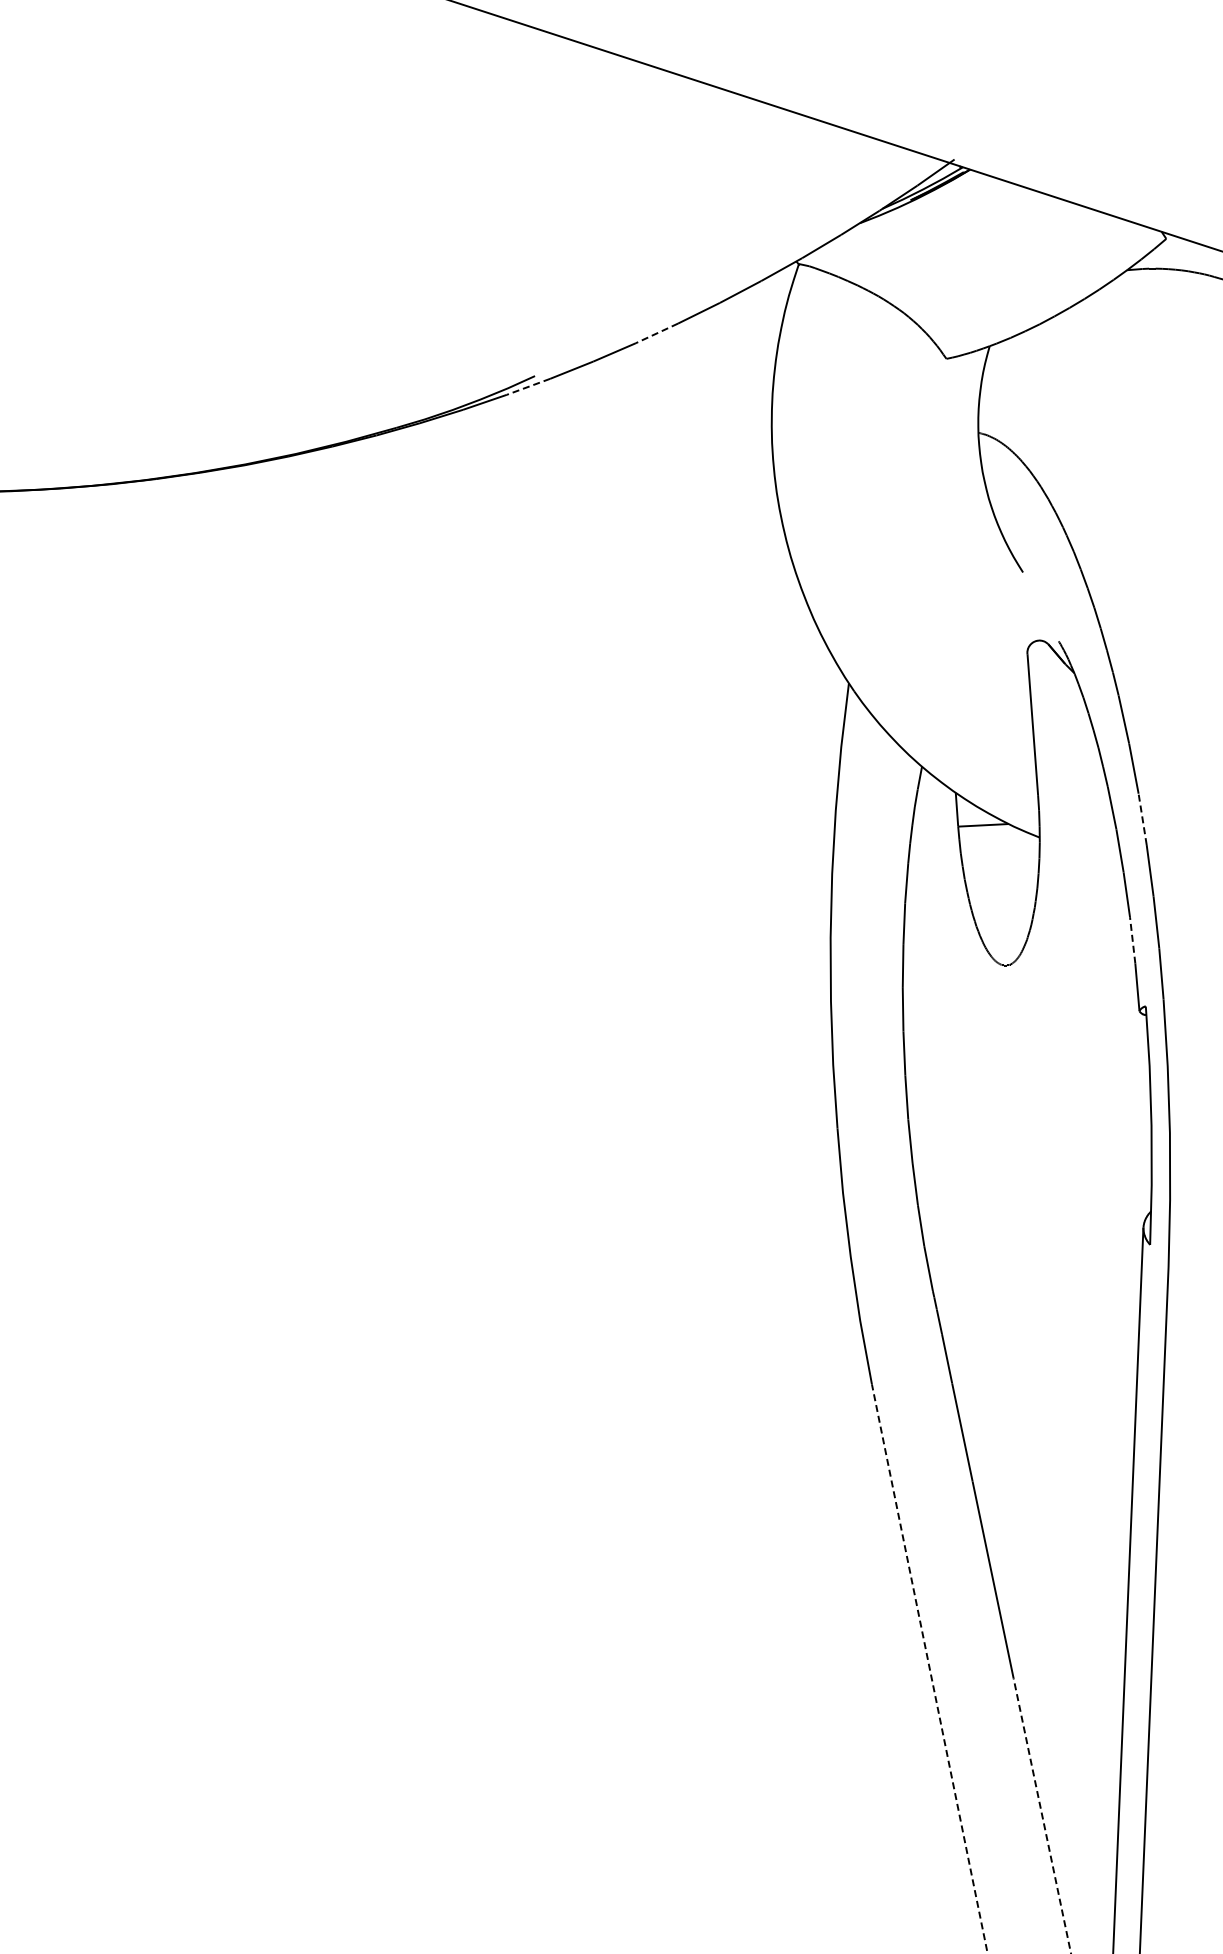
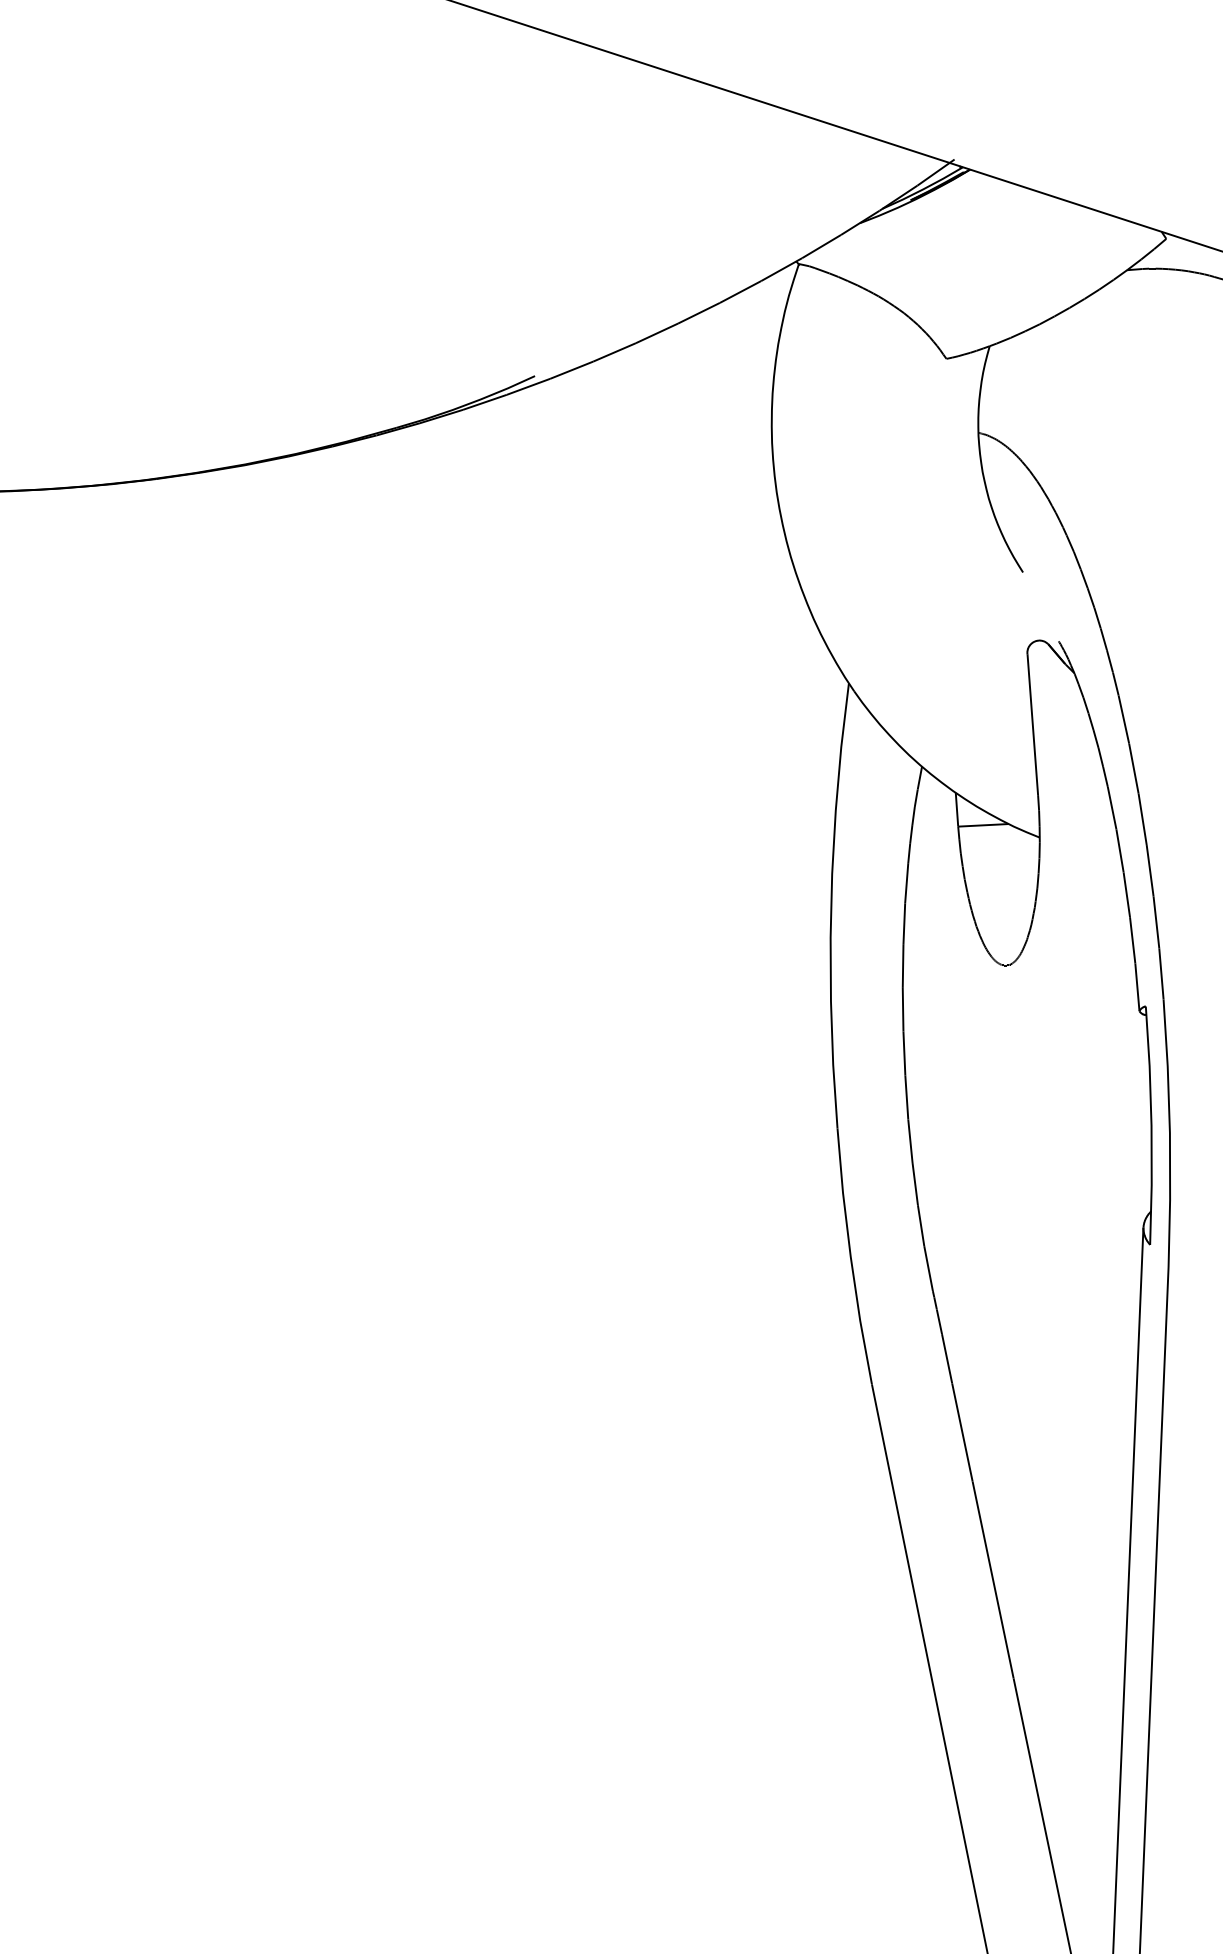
line at (656, 333): dashed -> solid
line at (528, 387): dashed -> solid
line at (1142, 819): dashed -> solid
line at (1132, 939): dashed -> solid
line at (929, 1668): dashed -> solid
line at (1042, 1816): dashed -> solid
